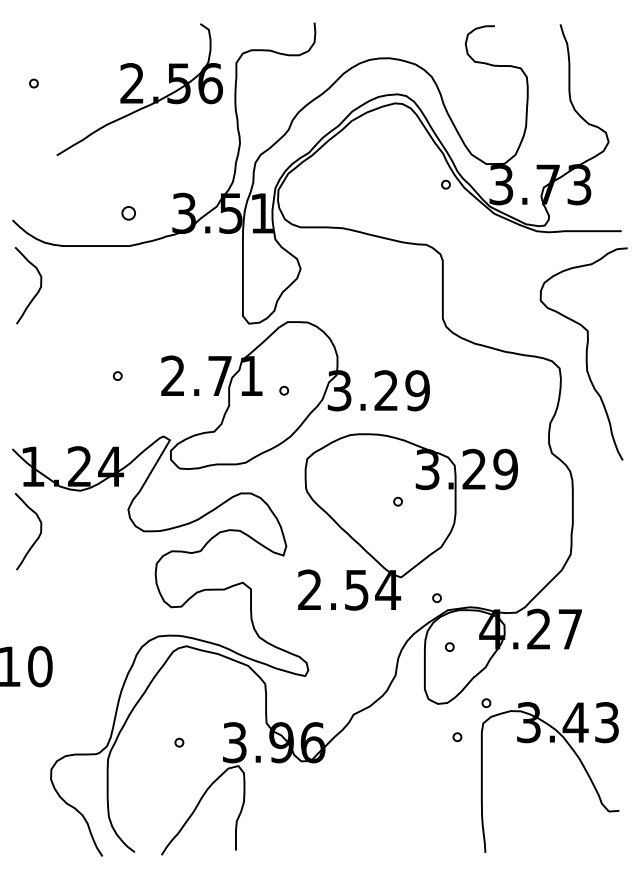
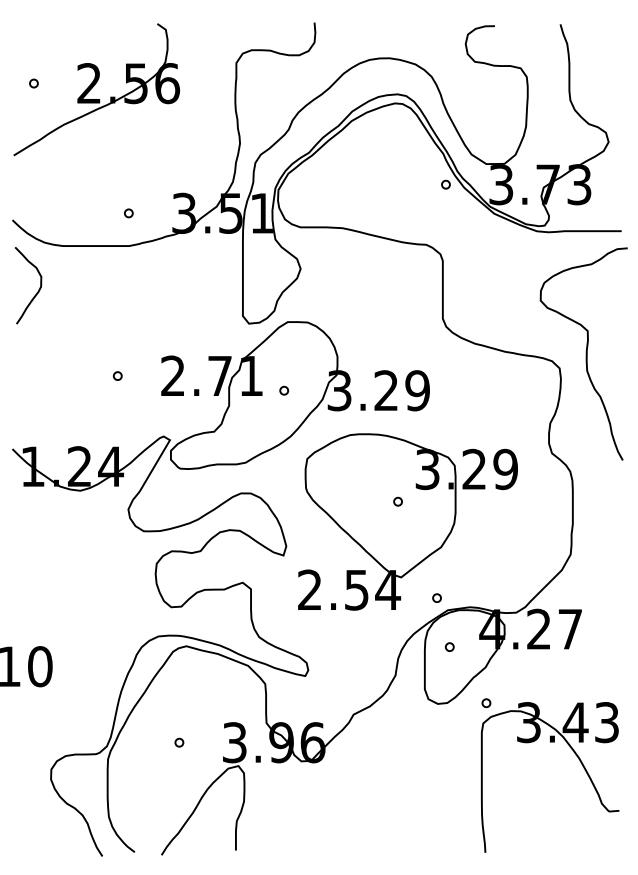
part at (139, 89) position: (139, 89) -> (96, 89)
part at (128, 213) size: 15x15 px -> 10x11 px
curve at (36, 538): present -> none
part at (457, 737): present -> none
